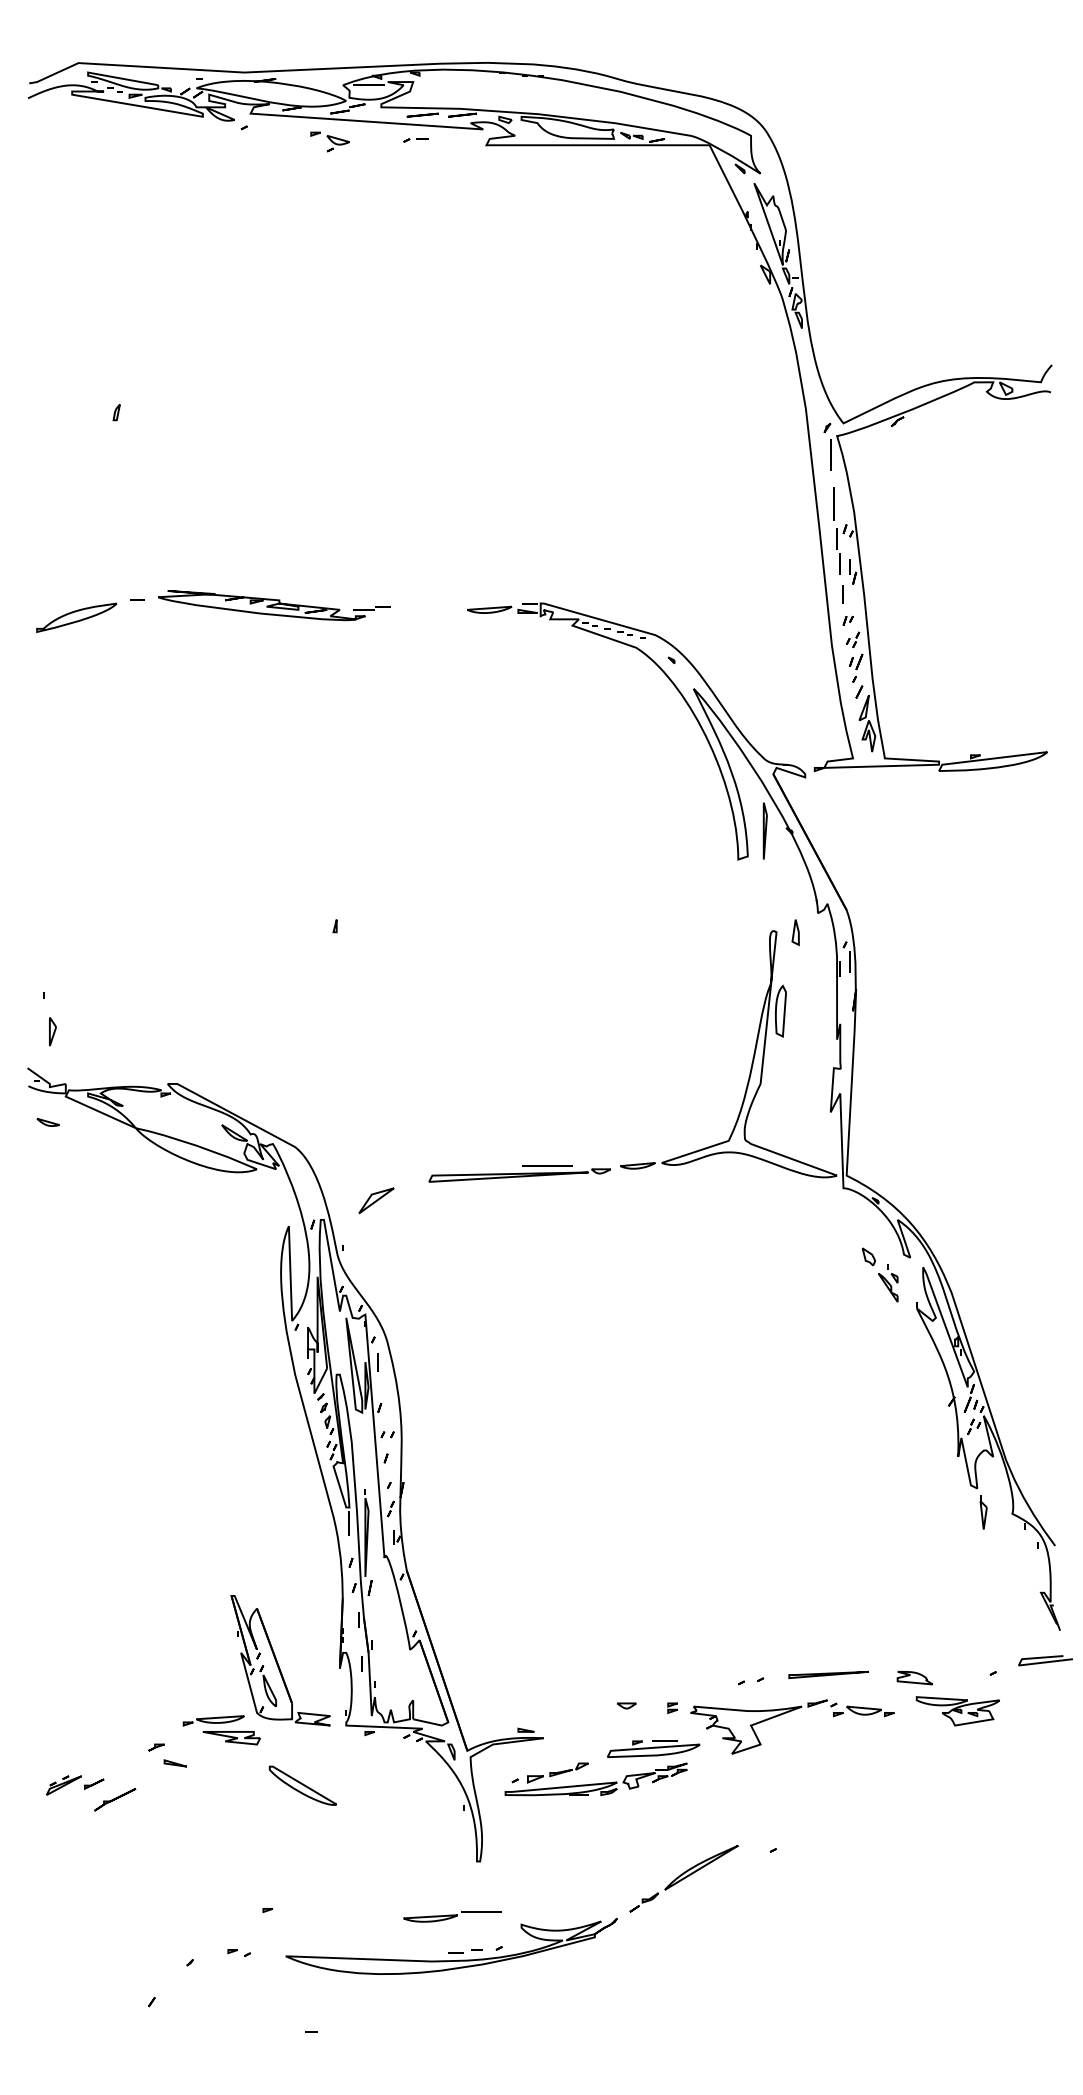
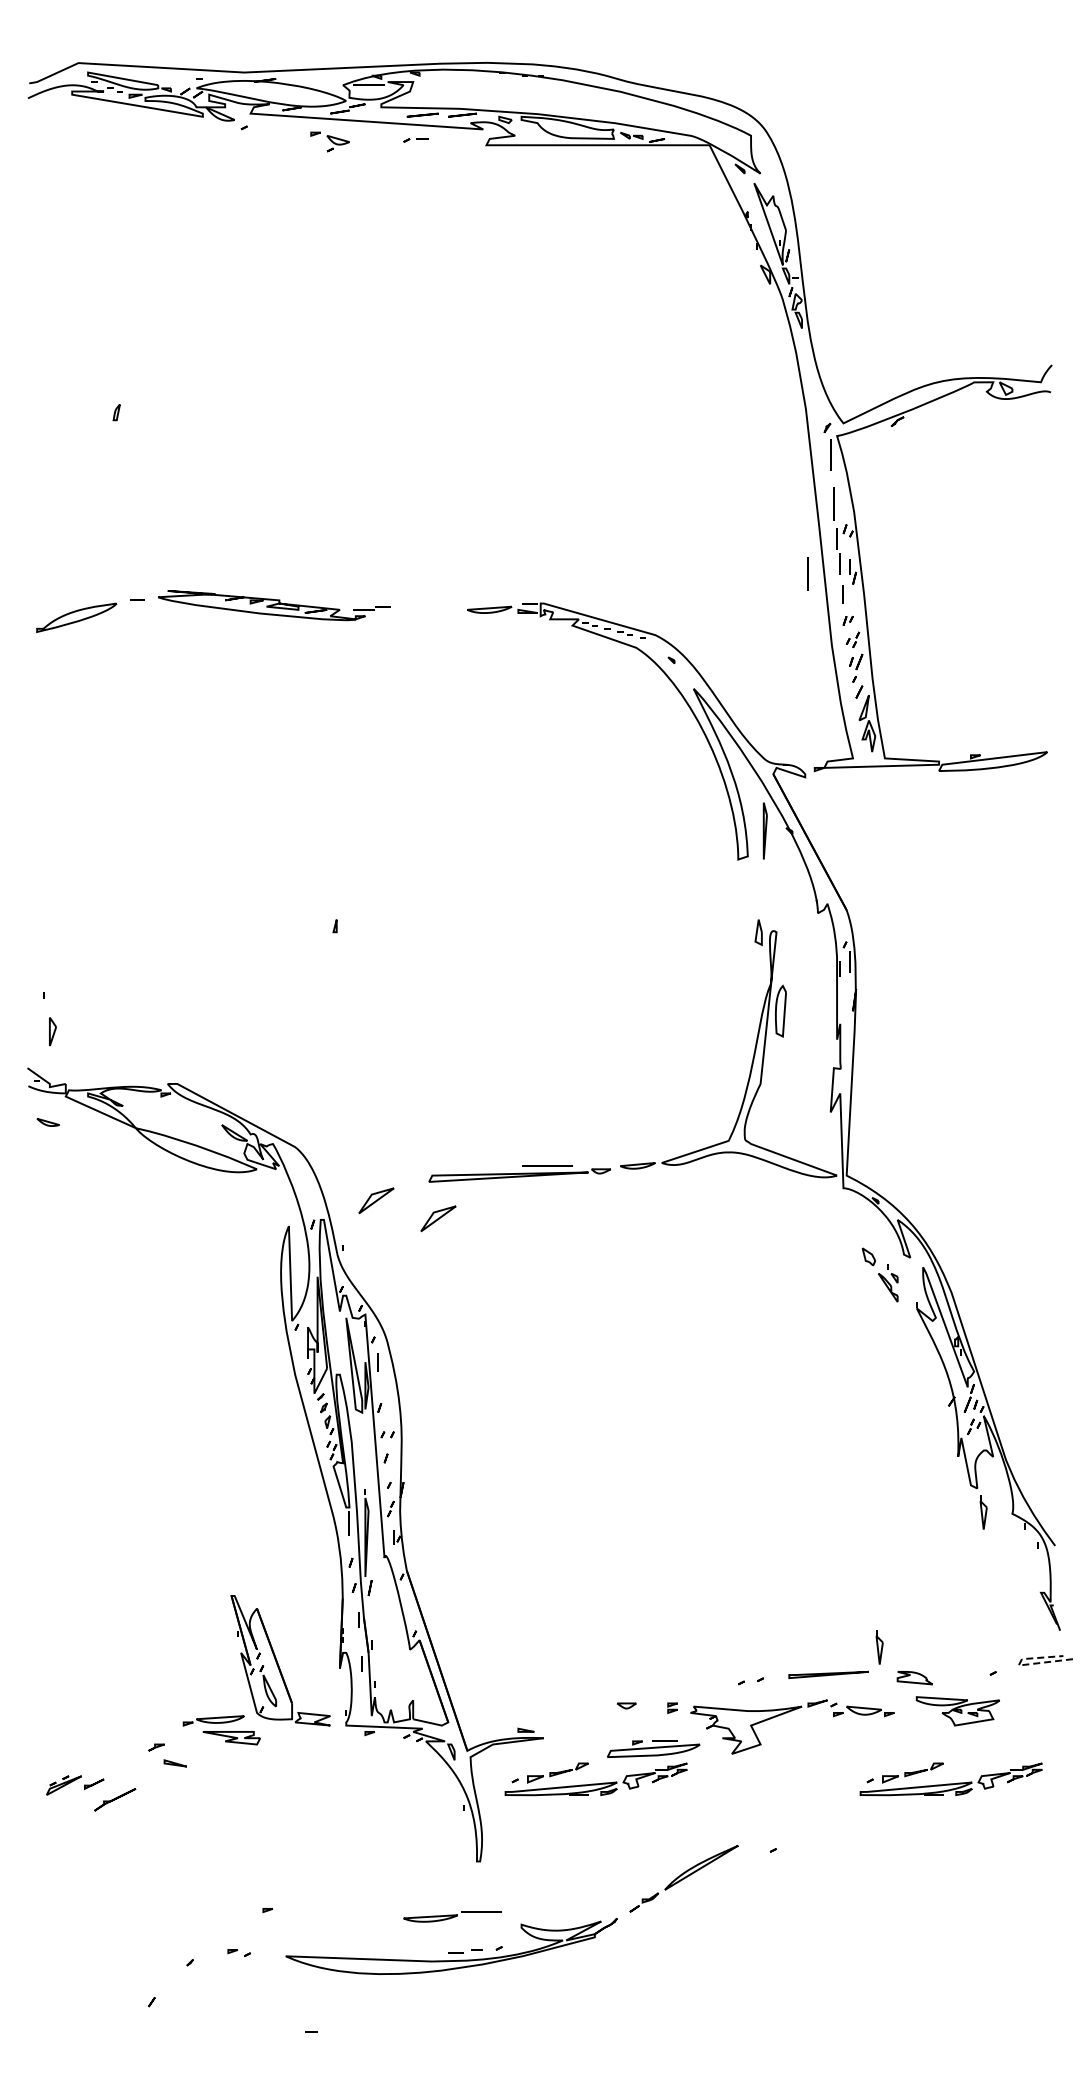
line at (807, 573): none -> present
part at (795, 932) position: (795, 932) -> (758, 932)
part at (438, 1218): none -> present
part at (879, 1647): none -> present
line at (1019, 1665): solid -> dashed
part at (950, 1779): none -> present
part at (302, 1785): present -> none
